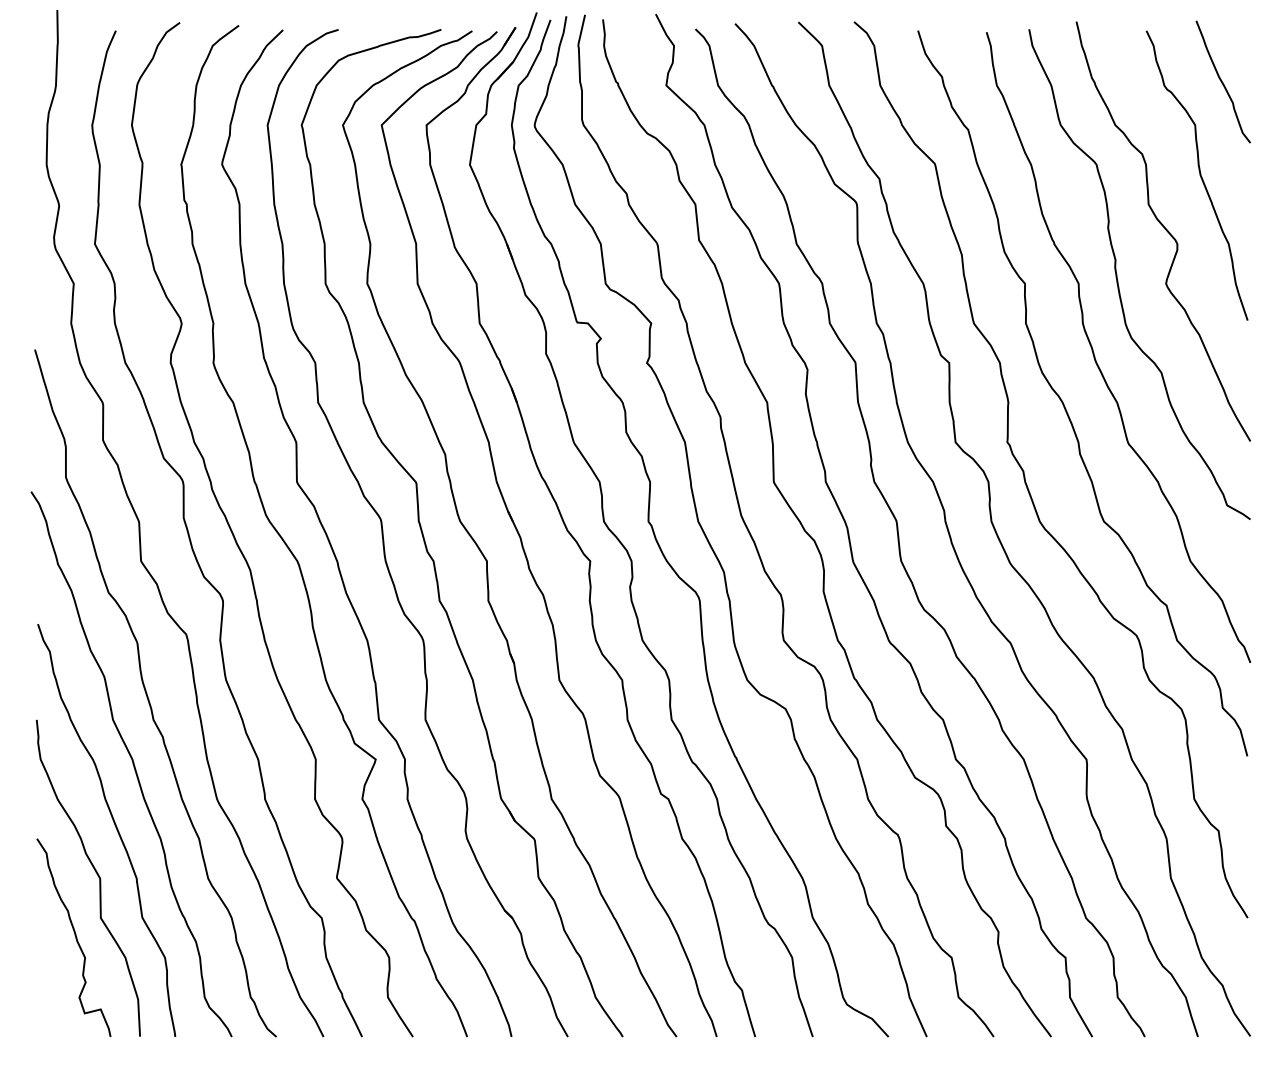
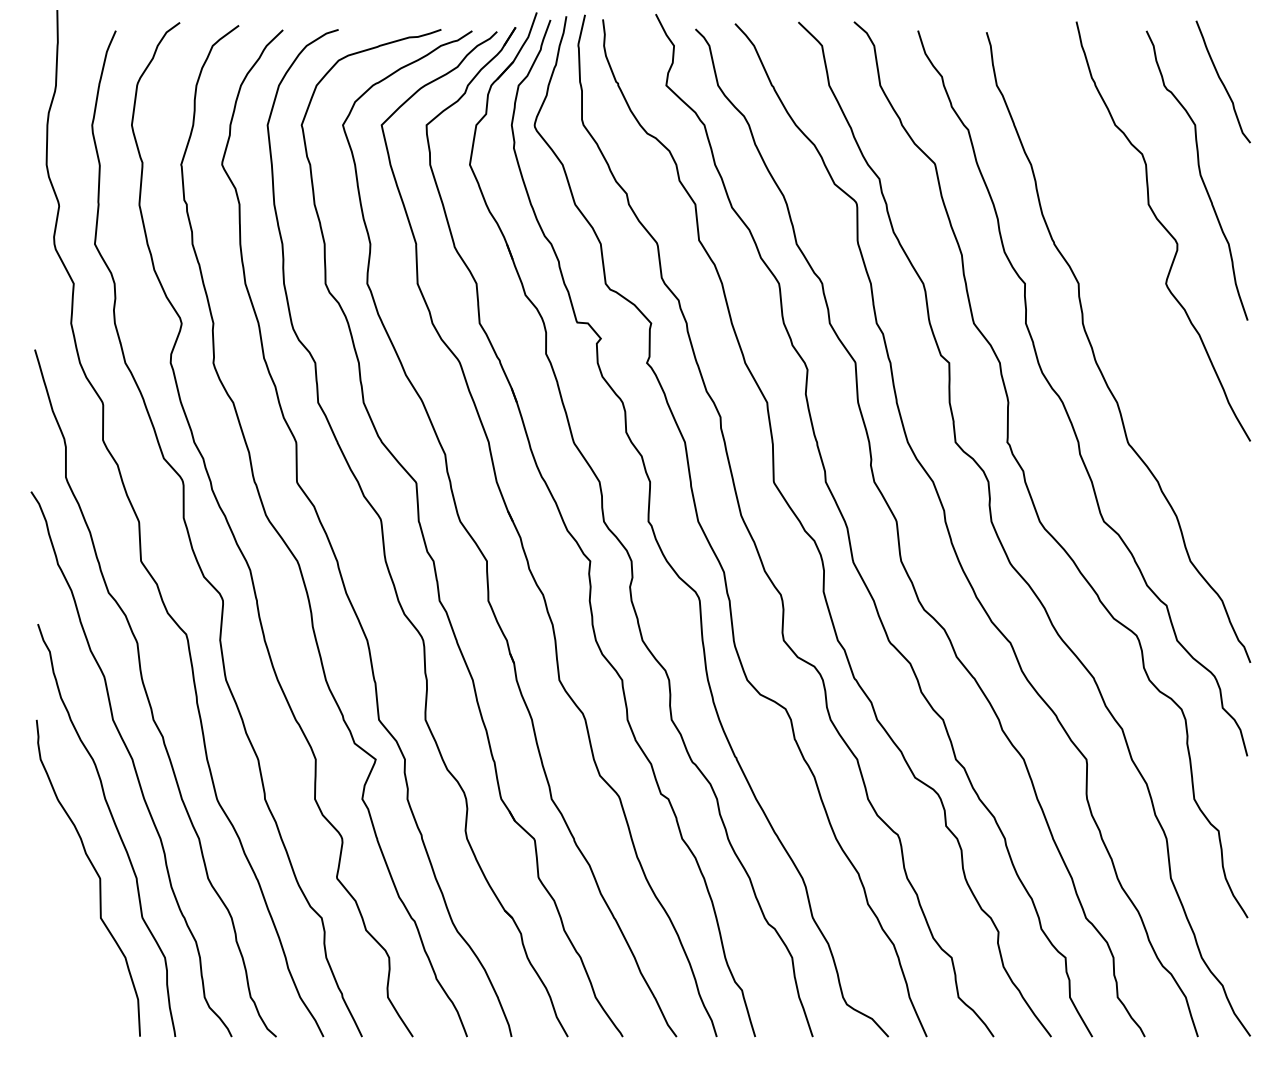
curve at (1118, 280): present -> none
curve at (75, 937): present -> none
